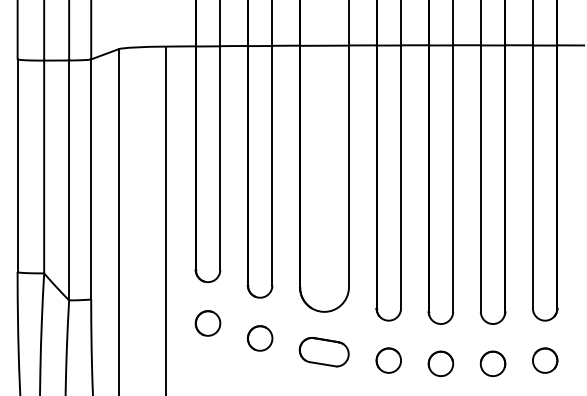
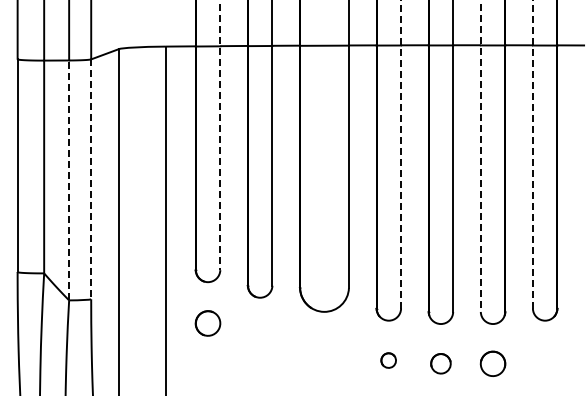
line at (220, 135): solid -> dashed
line at (401, 154): solid -> dashed
line at (532, 154): solid -> dashed
line at (480, 155): solid -> dashed
line at (91, 179): solid -> dashed
line at (69, 180): solid -> dashed
part at (259, 338): present -> none
part at (323, 352): present -> none
part at (388, 360) size: 27x27 px -> 17x17 px
part at (545, 360): present -> none
part at (440, 363) size: 28x27 px -> 22x22 px
